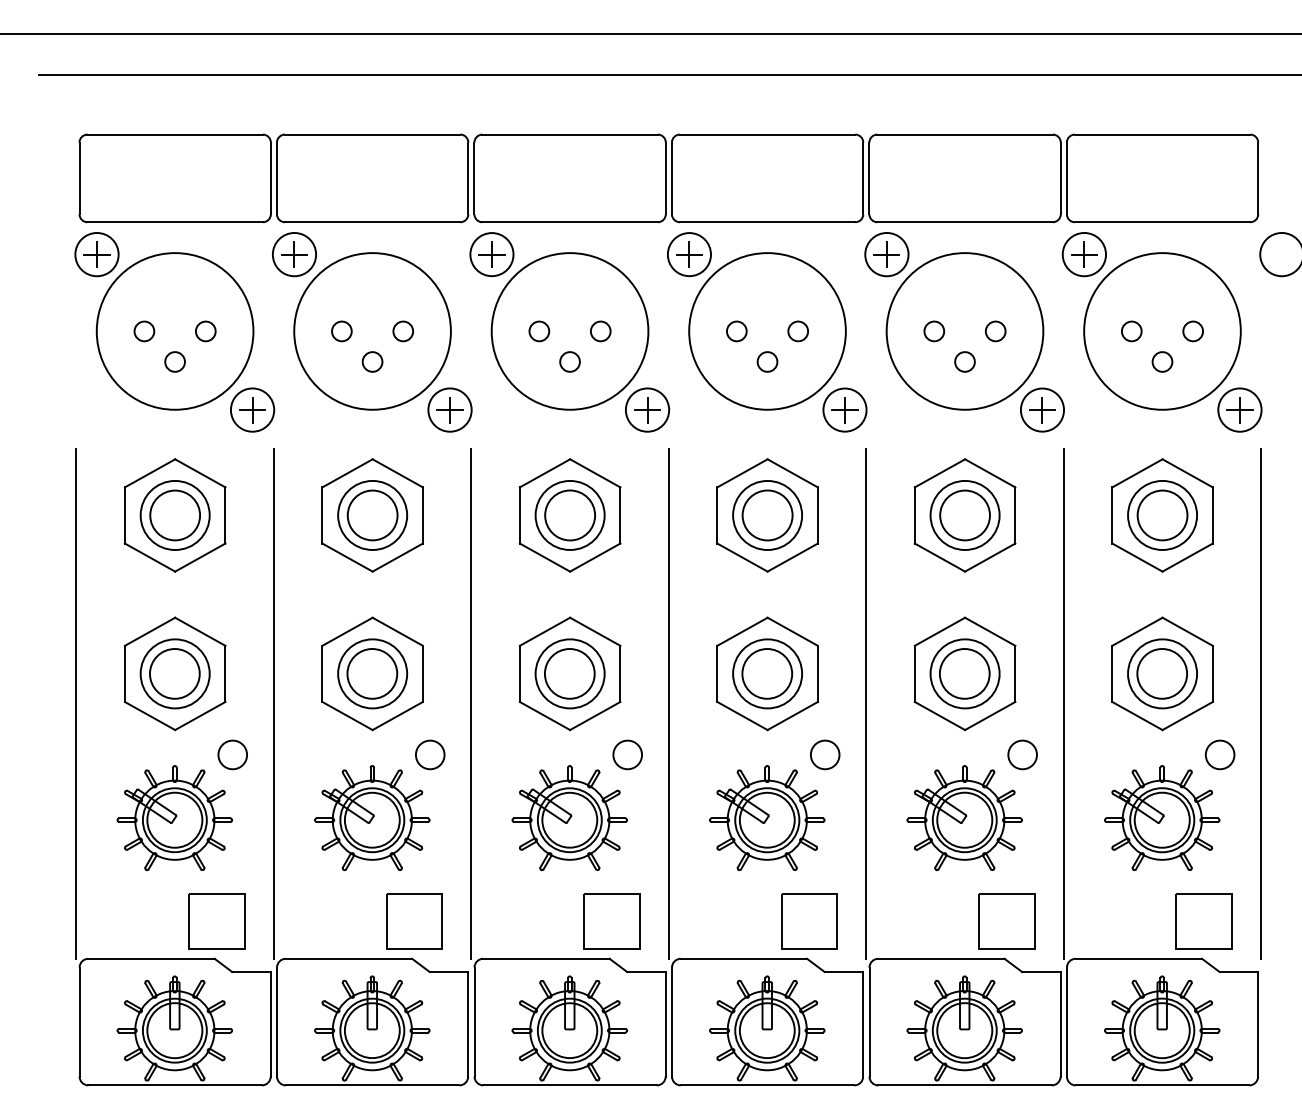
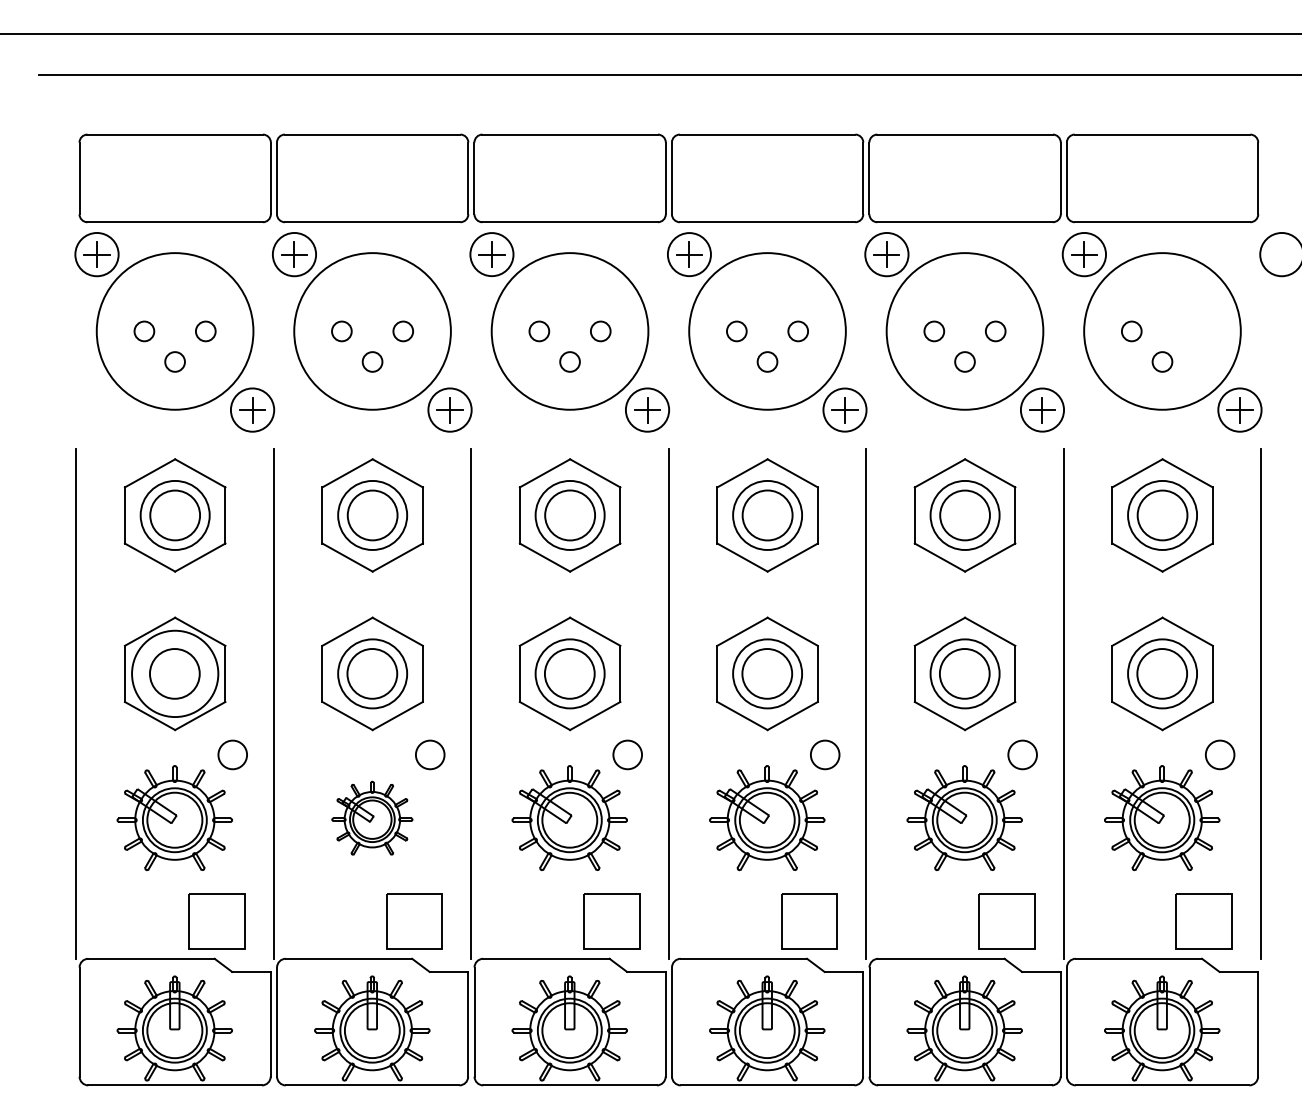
circle at (1192, 331): present -> none
circle at (174, 673) diameter: 69 px -> 86 px
part at (372, 818) size: 117x107 px -> 83x76 px
